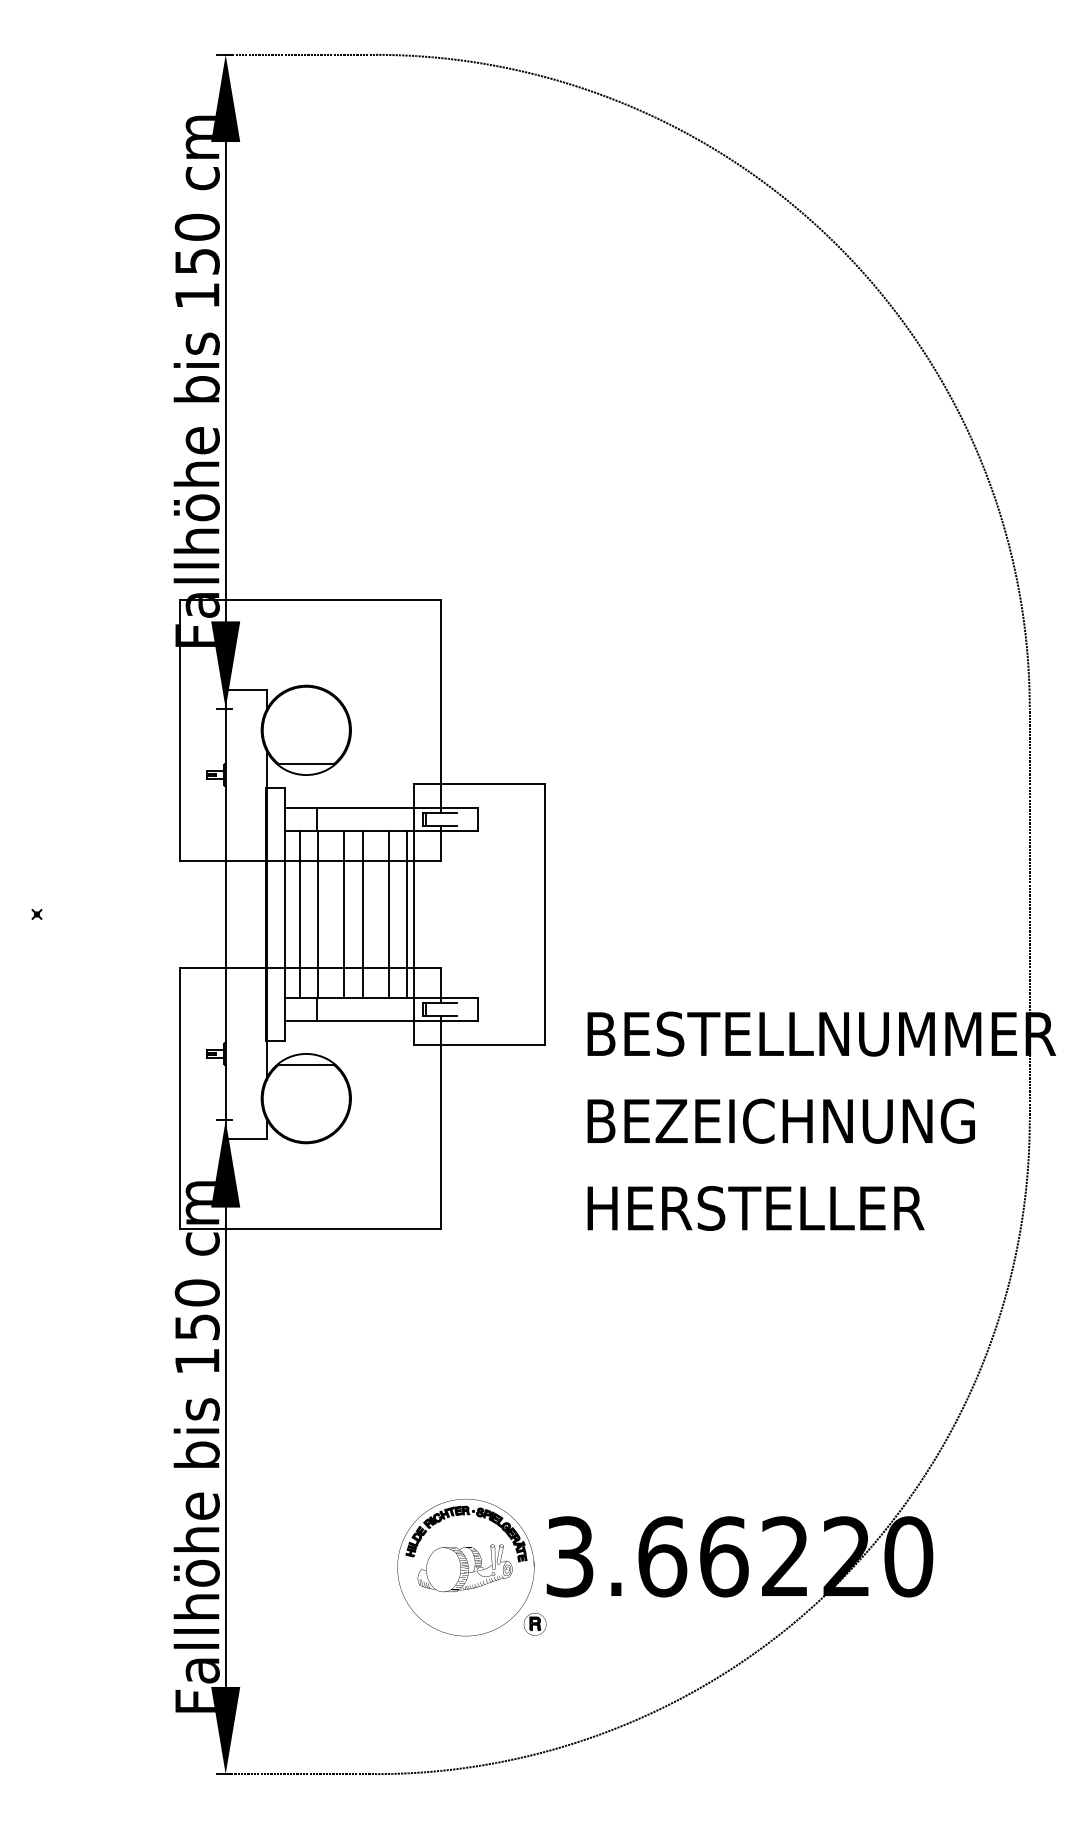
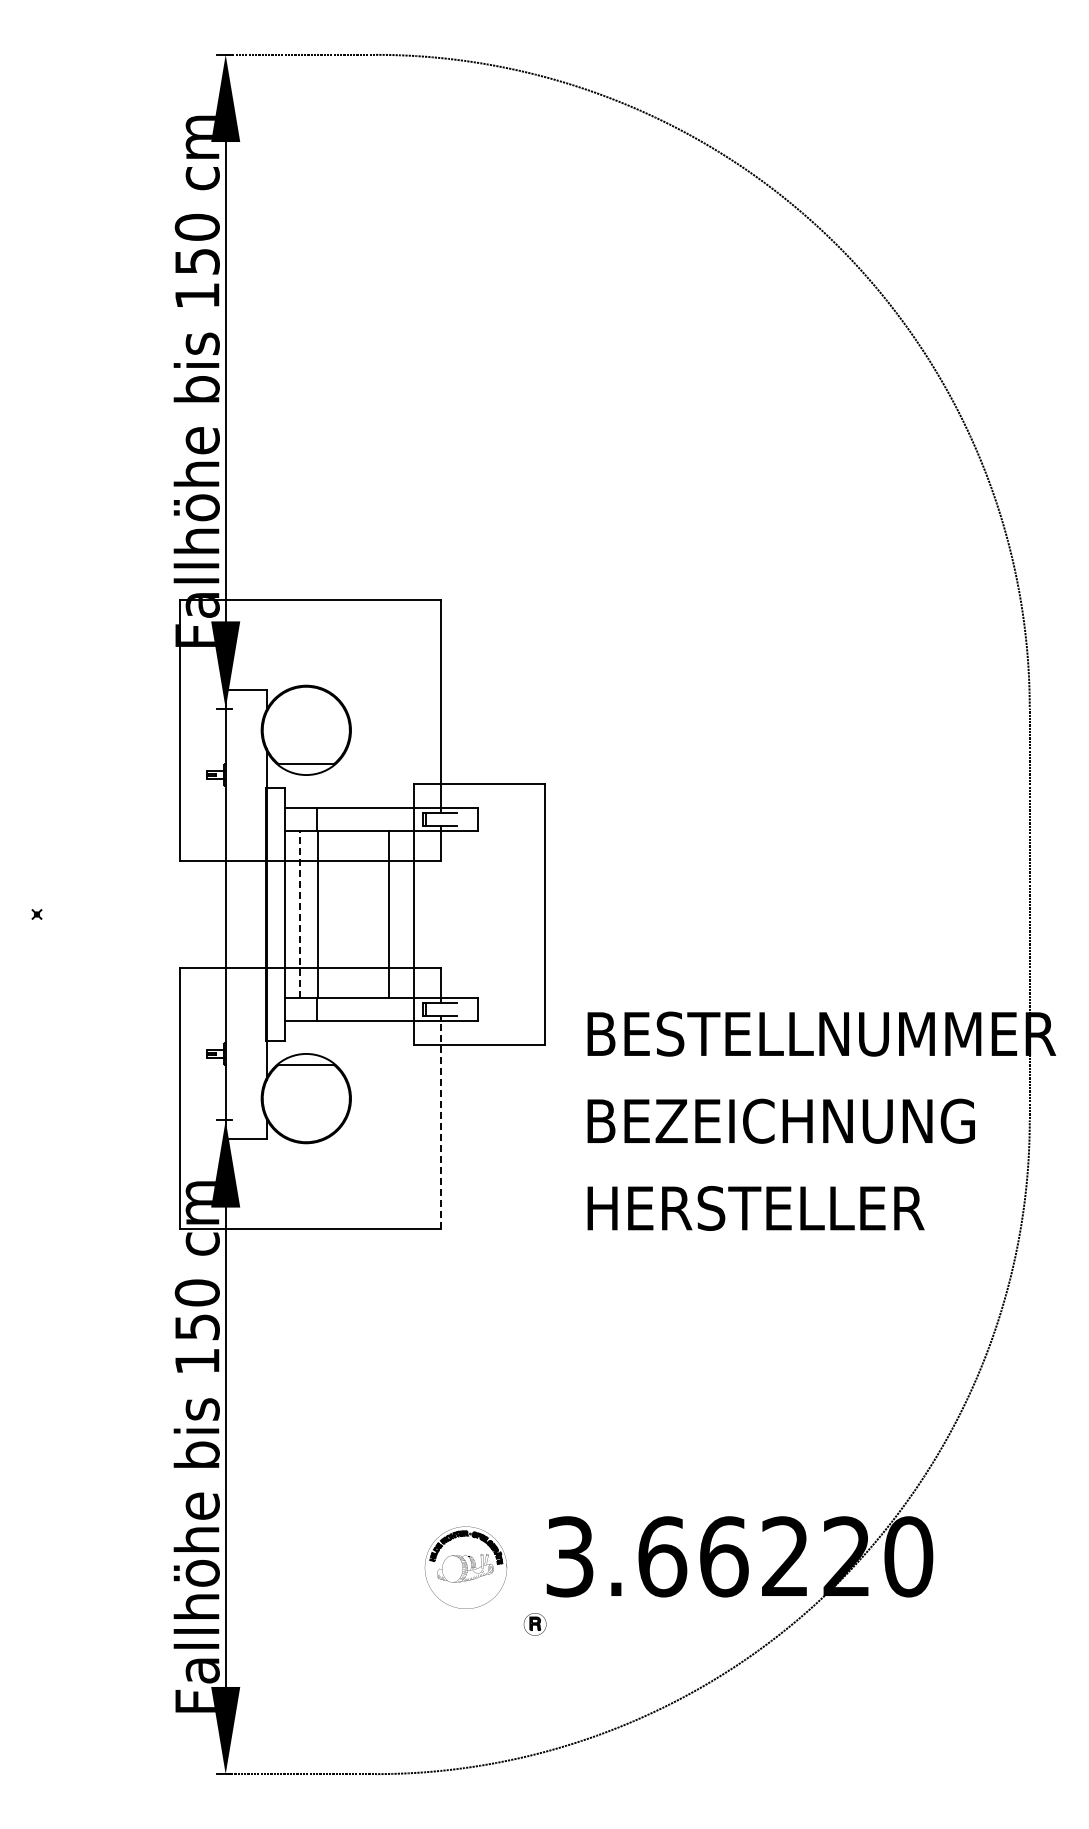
line at (299, 914): solid -> dashed
line at (344, 914): present -> none
line at (362, 914): present -> none
line at (407, 914): present -> none
line at (441, 1122): solid -> dashed
part at (465, 1567) size: 138x138 px -> 84x83 px
